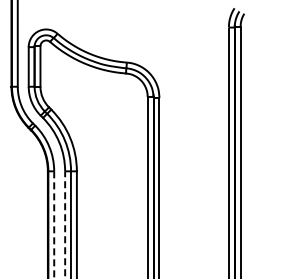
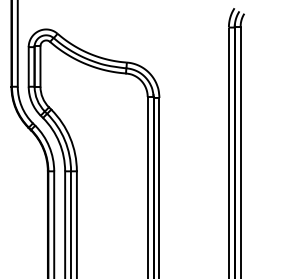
line at (65, 224): dashed -> solid
line at (54, 225): dashed -> solid
